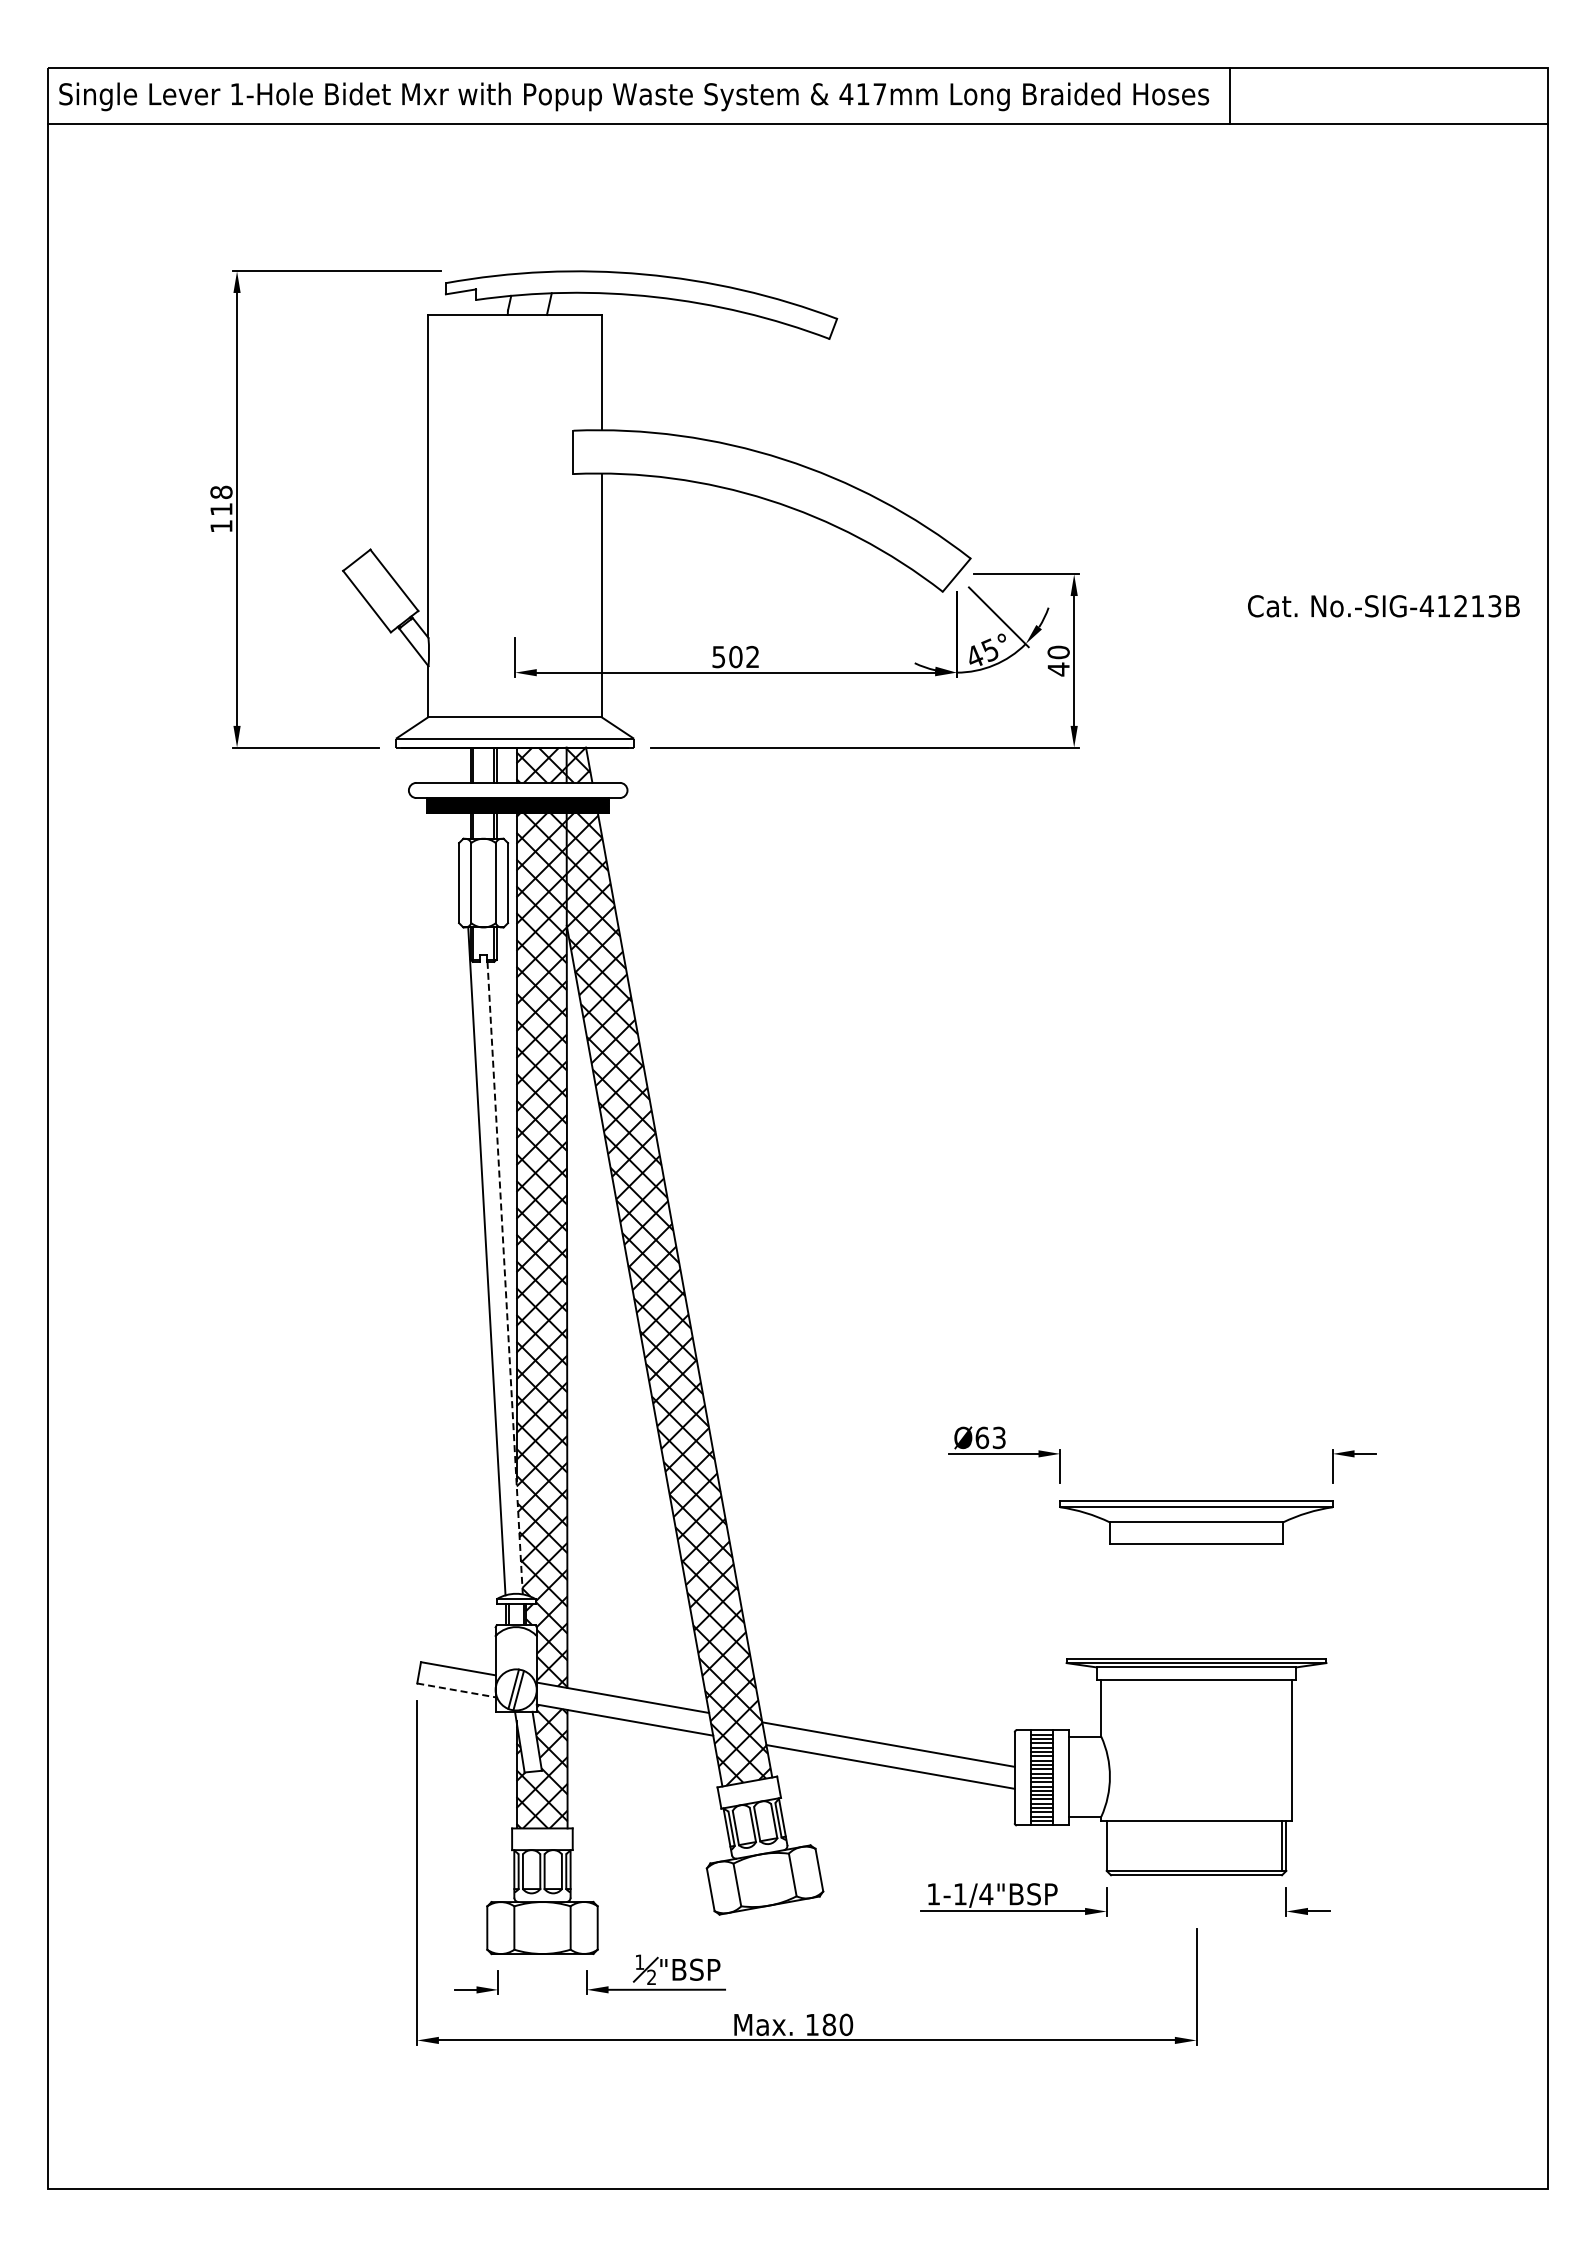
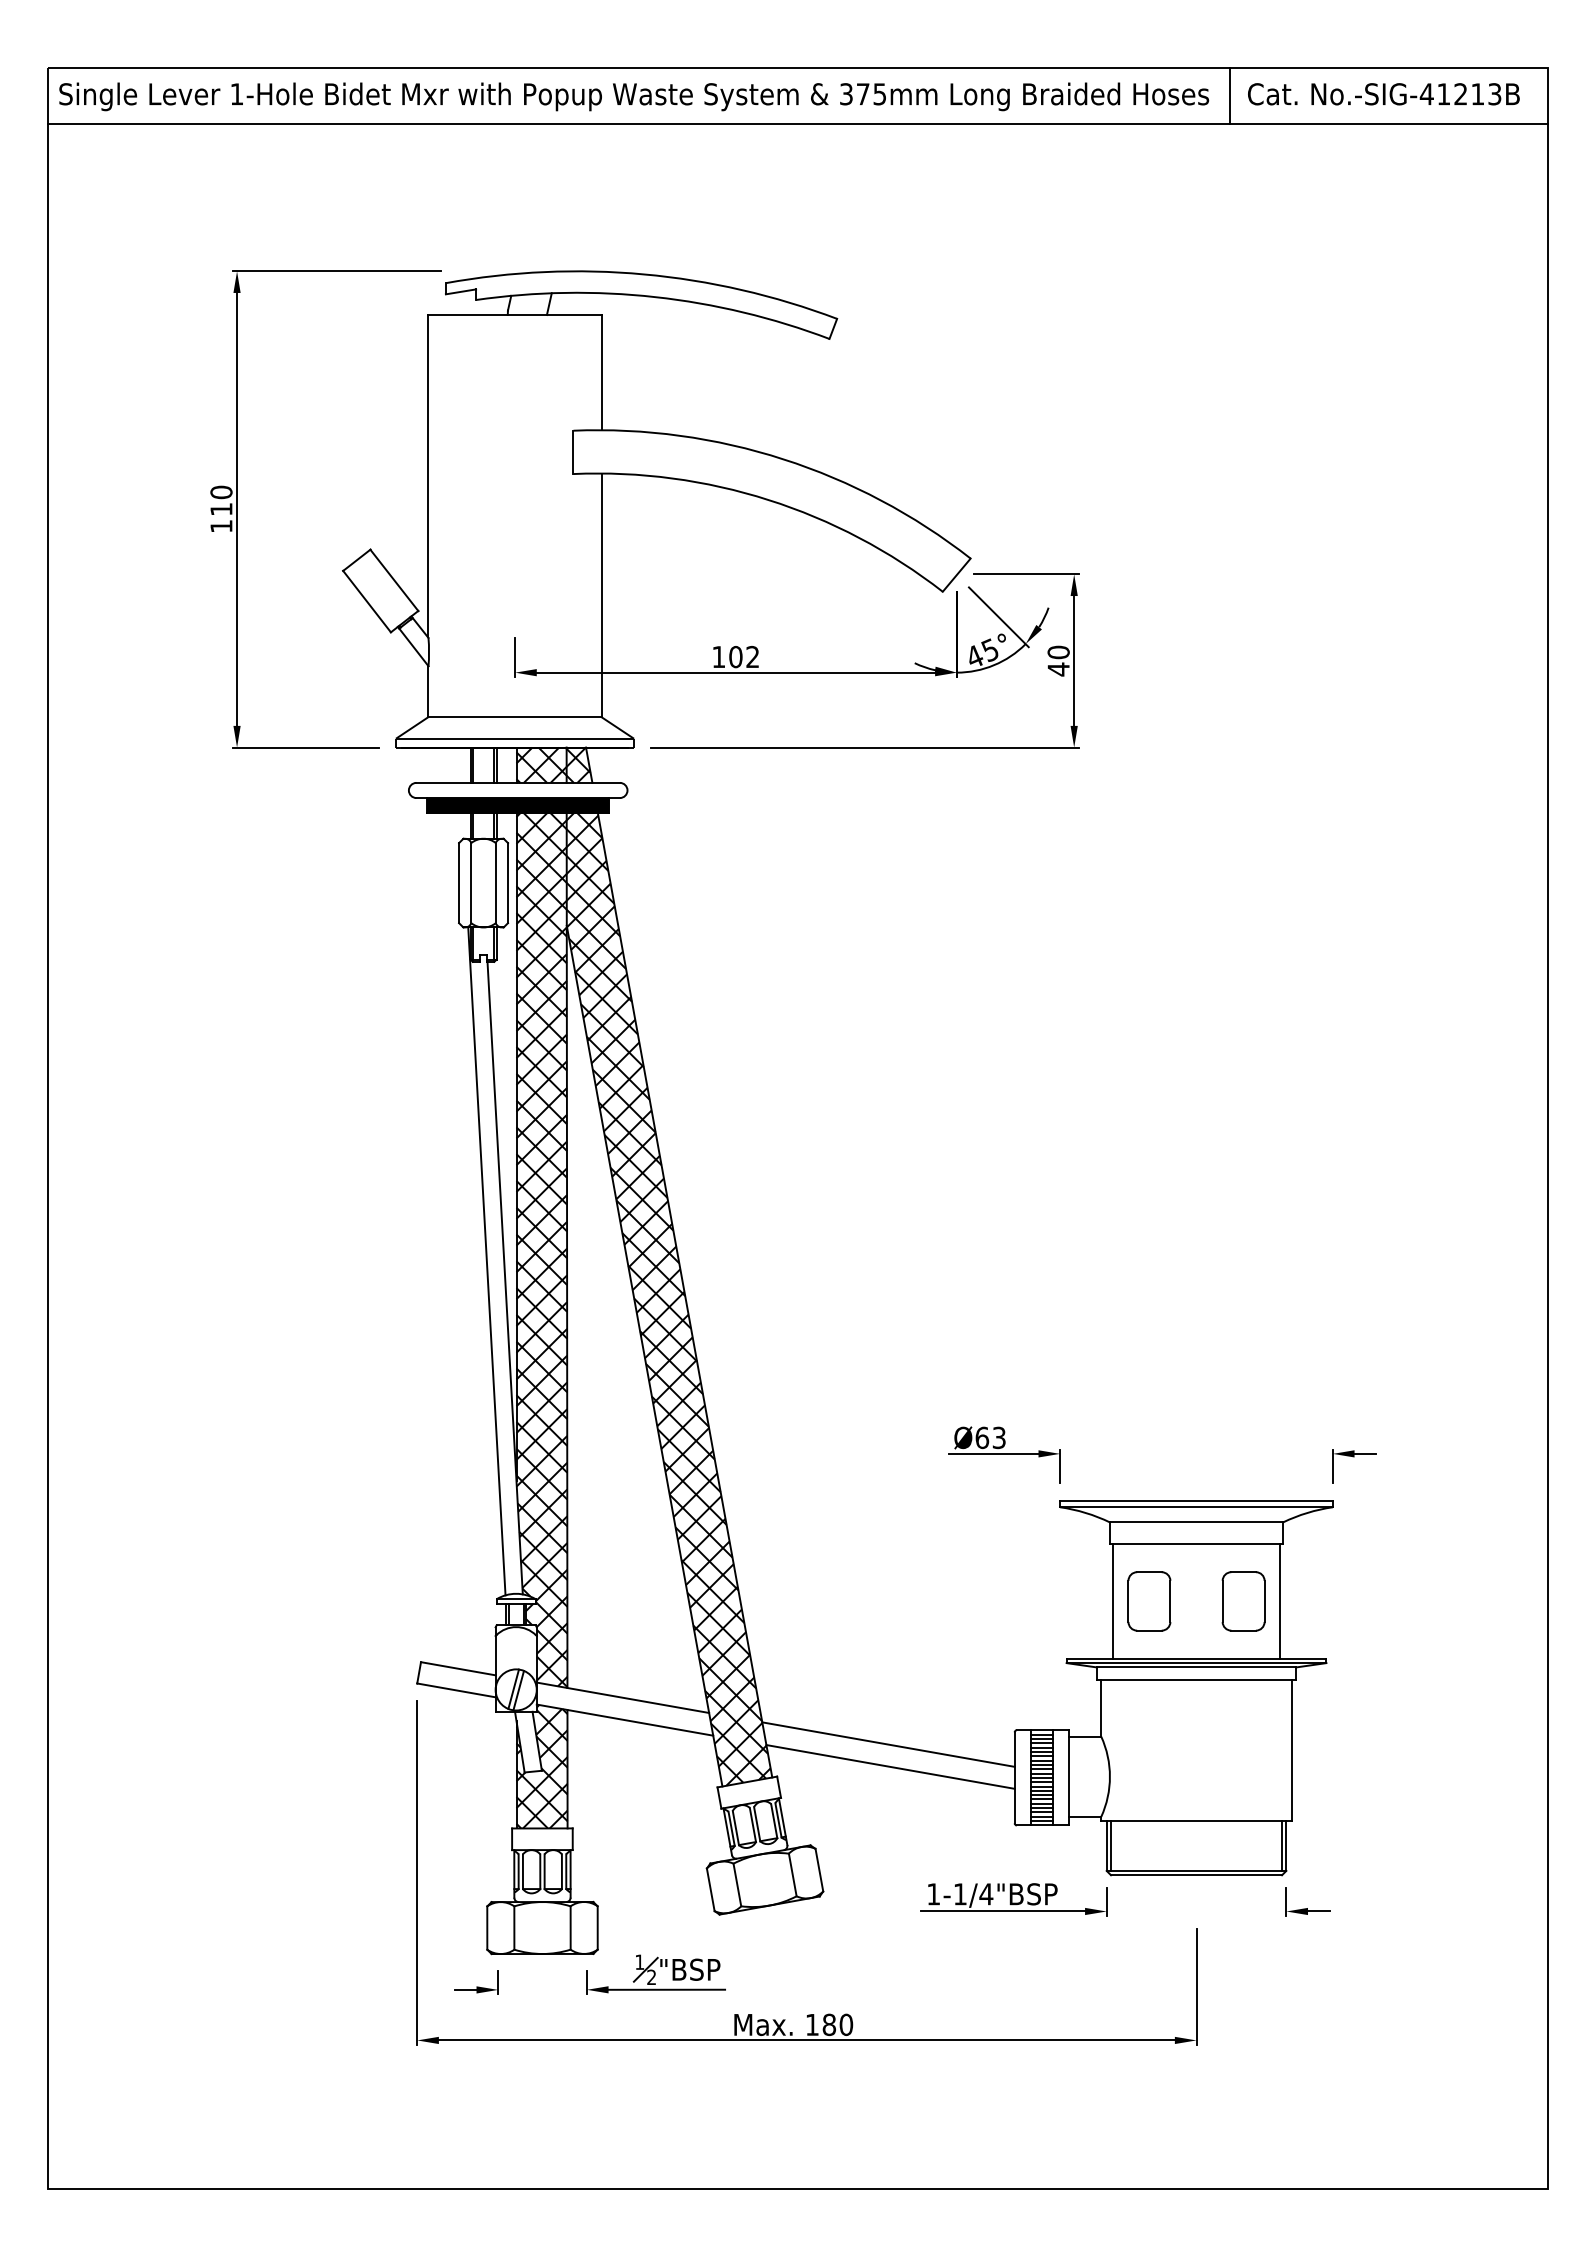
text at (862, 94): 417mm -> 375mm
text at (221, 492): 118 -> 110
text at (1383, 606) position: (1383, 606) -> (1383, 94)
text at (718, 657): 502 -> 102
line at (505, 1278): dashed -> solid
line at (1113, 1601): none -> present
part at (1149, 1601): none -> present
part at (1243, 1601): none -> present
line at (1279, 1601): none -> present
line at (456, 1690): dashed -> solid
line at (1110, 1845): none -> present
